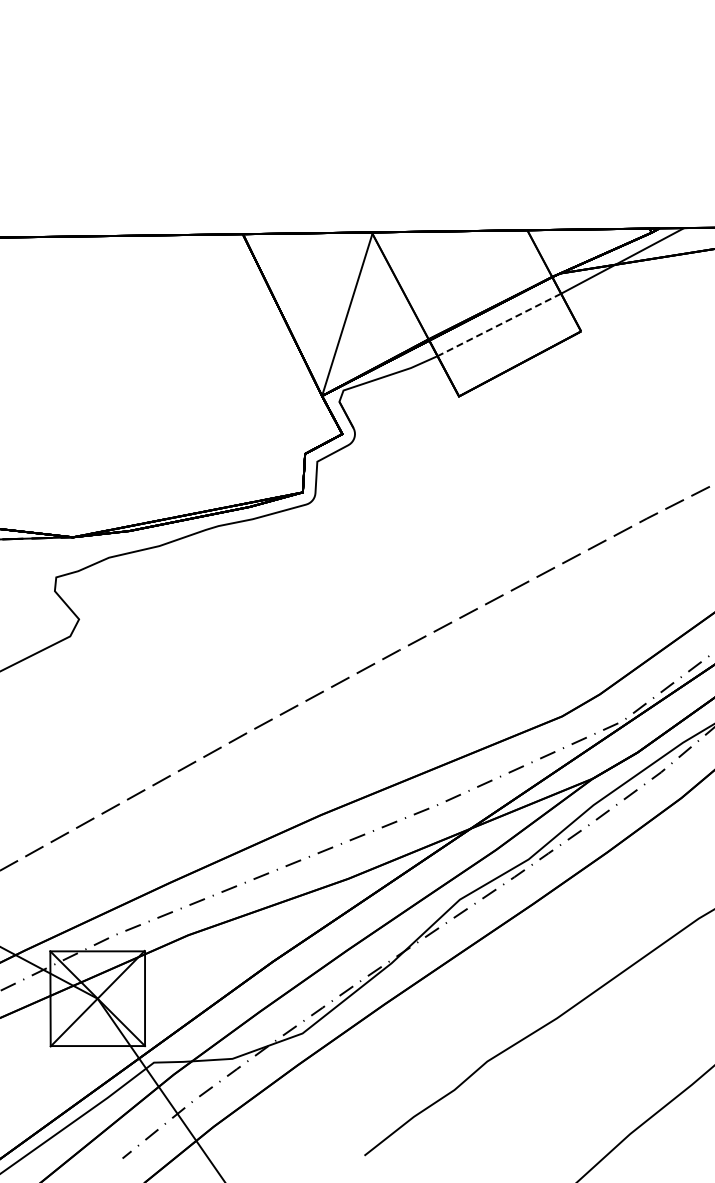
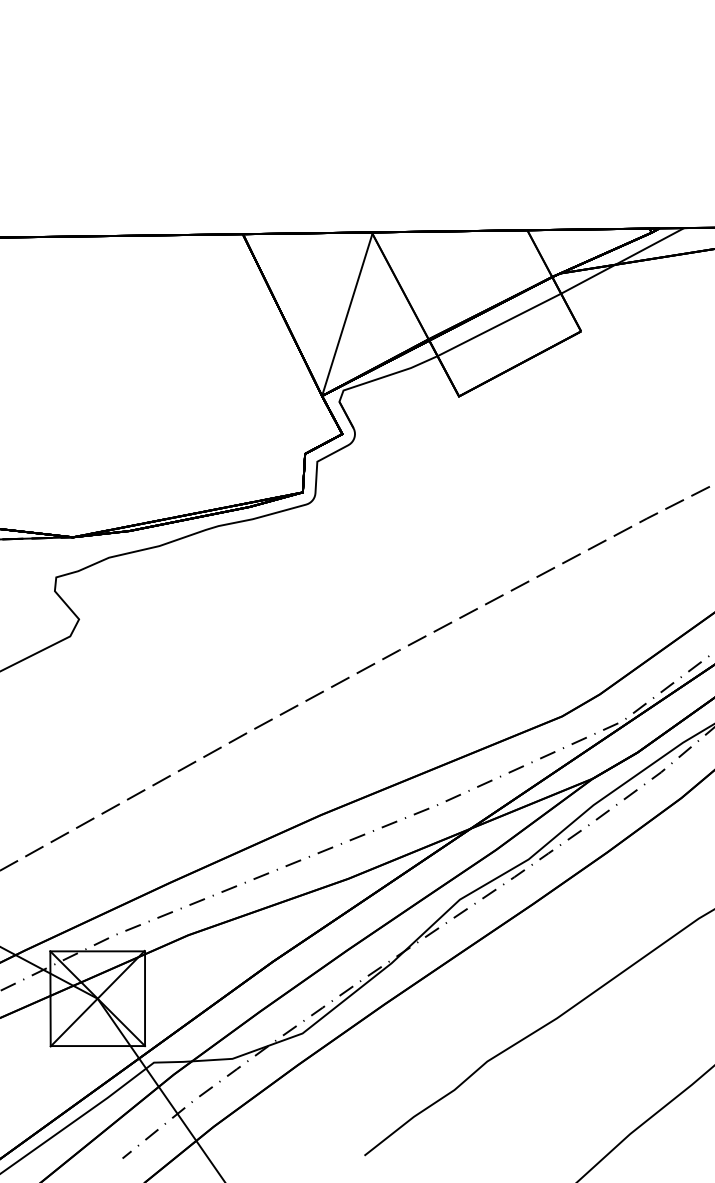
line at (498, 325): dashed -> solid
